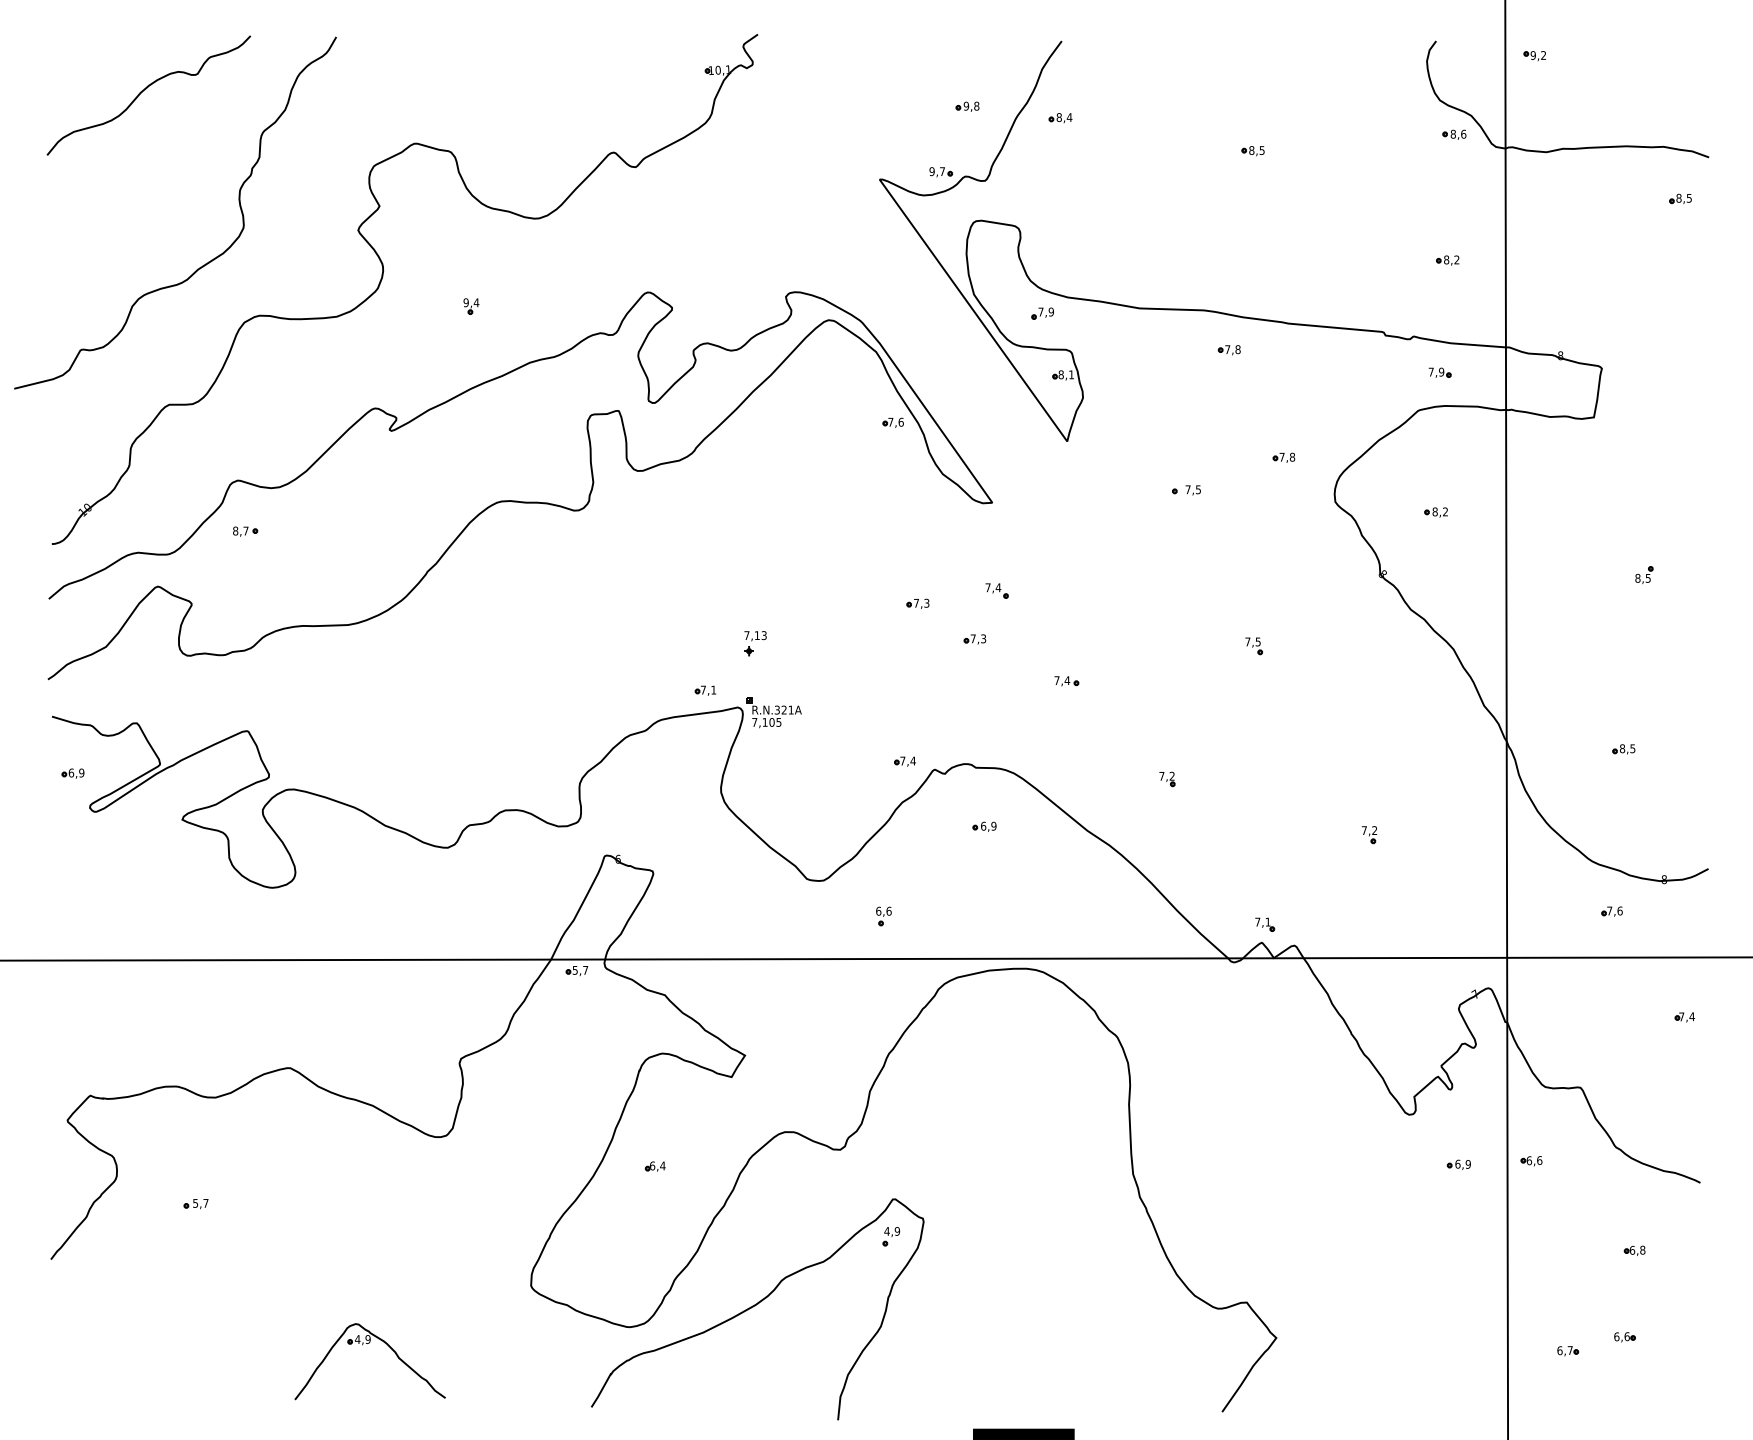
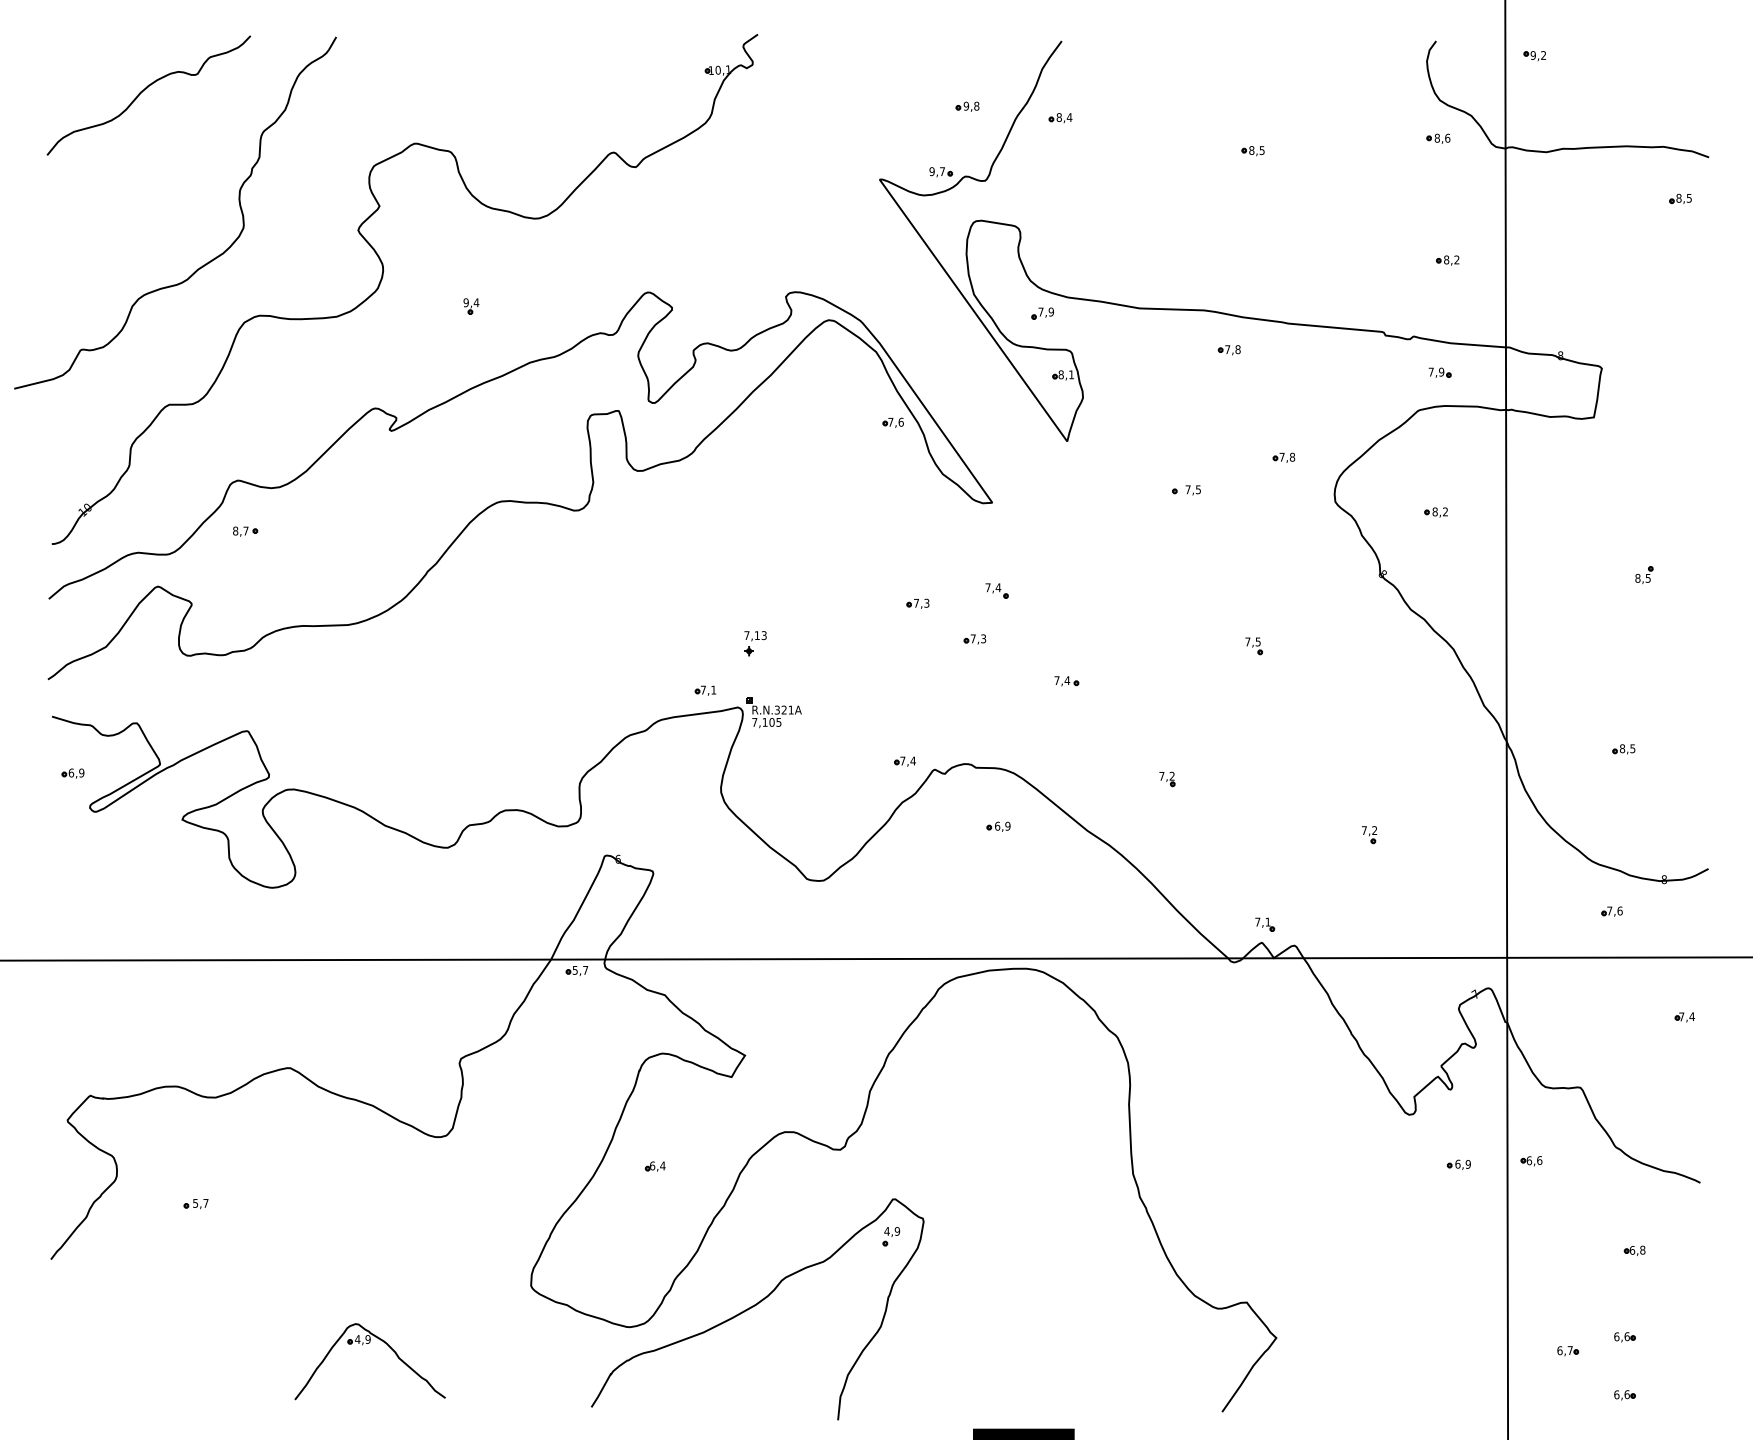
part at (1454, 134) position: (1454, 134) -> (1438, 138)
part at (984, 826) position: (984, 826) -> (998, 826)
part at (883, 916): present -> none
part at (1624, 1395): none -> present
